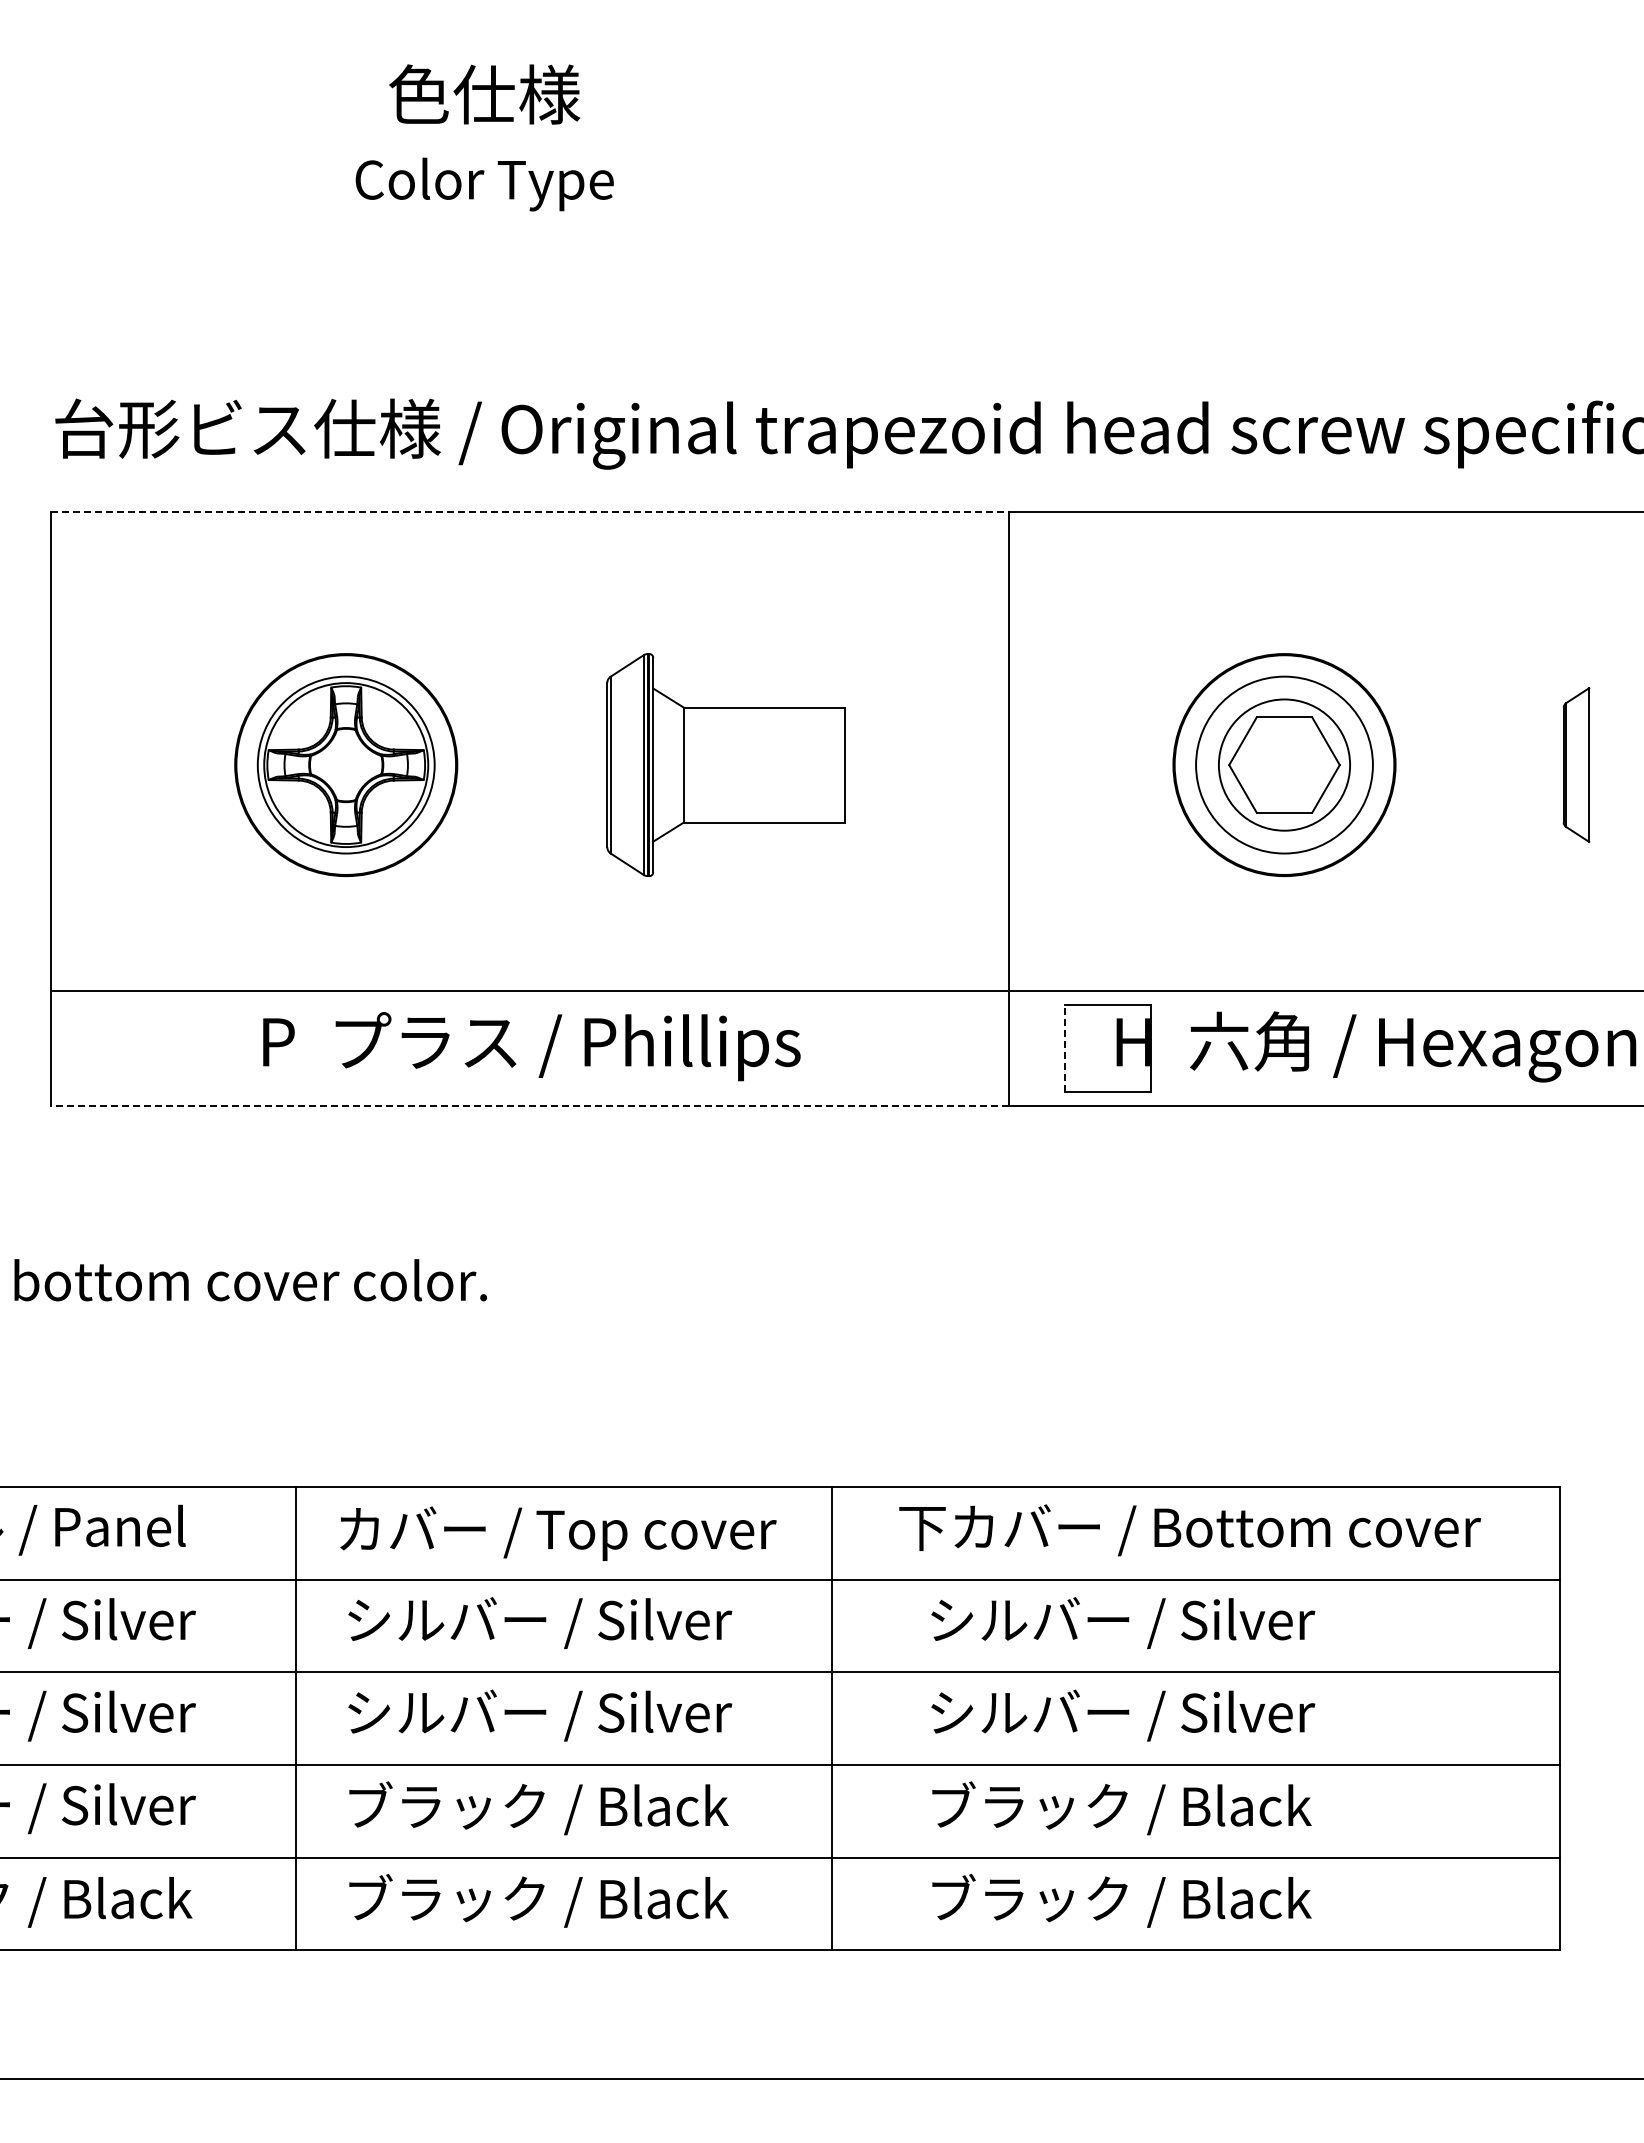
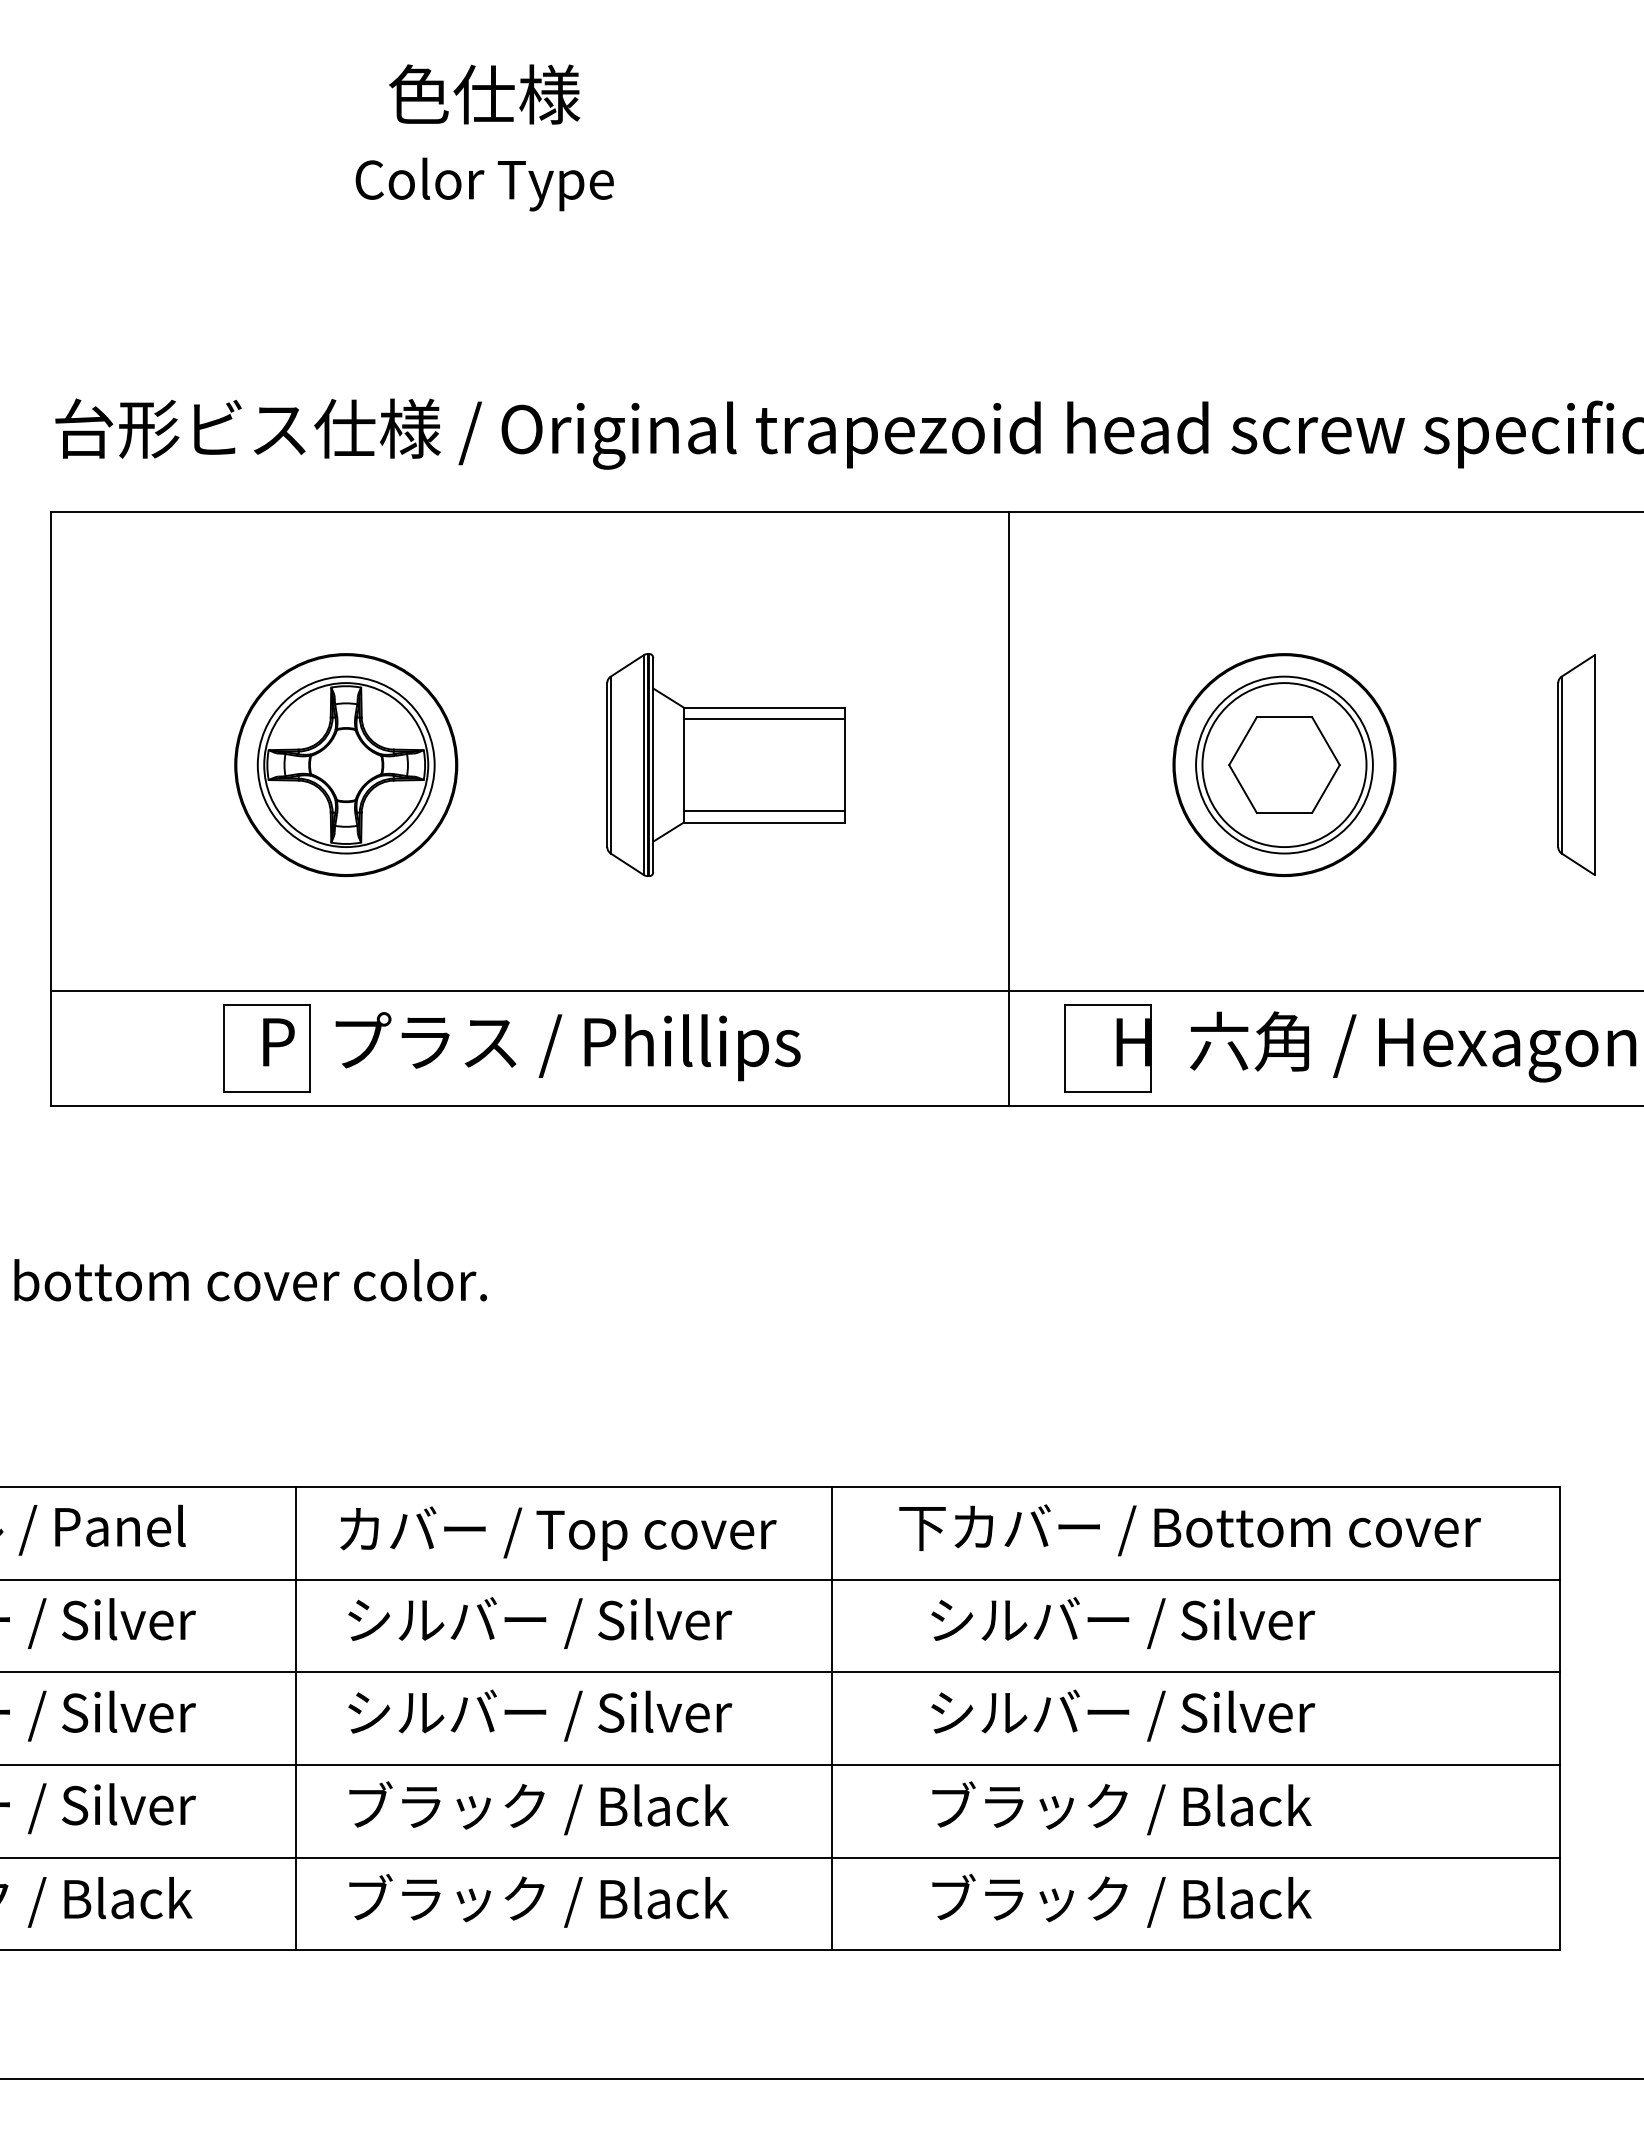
line at (529, 512): dashed -> solid
line at (763, 719): none -> present
circle at (1284, 764) diameter: 131 px -> 164 px
part at (1576, 764) size: 29x156 px -> 39x222 px
line at (763, 811): none -> present
part at (266, 1048): none -> present
line at (1064, 1048): dashed -> solid
line at (529, 1106): dashed -> solid
